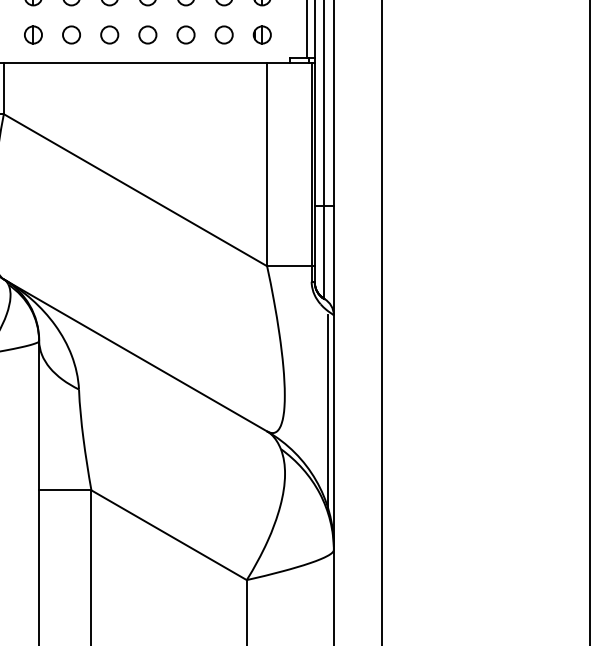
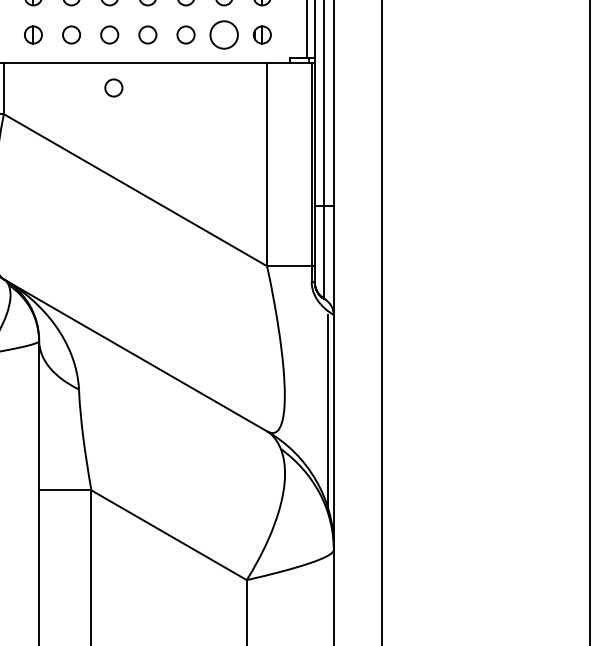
circle at (223, 34) diameter: 17 px -> 27 px
circle at (113, 87): none -> present
